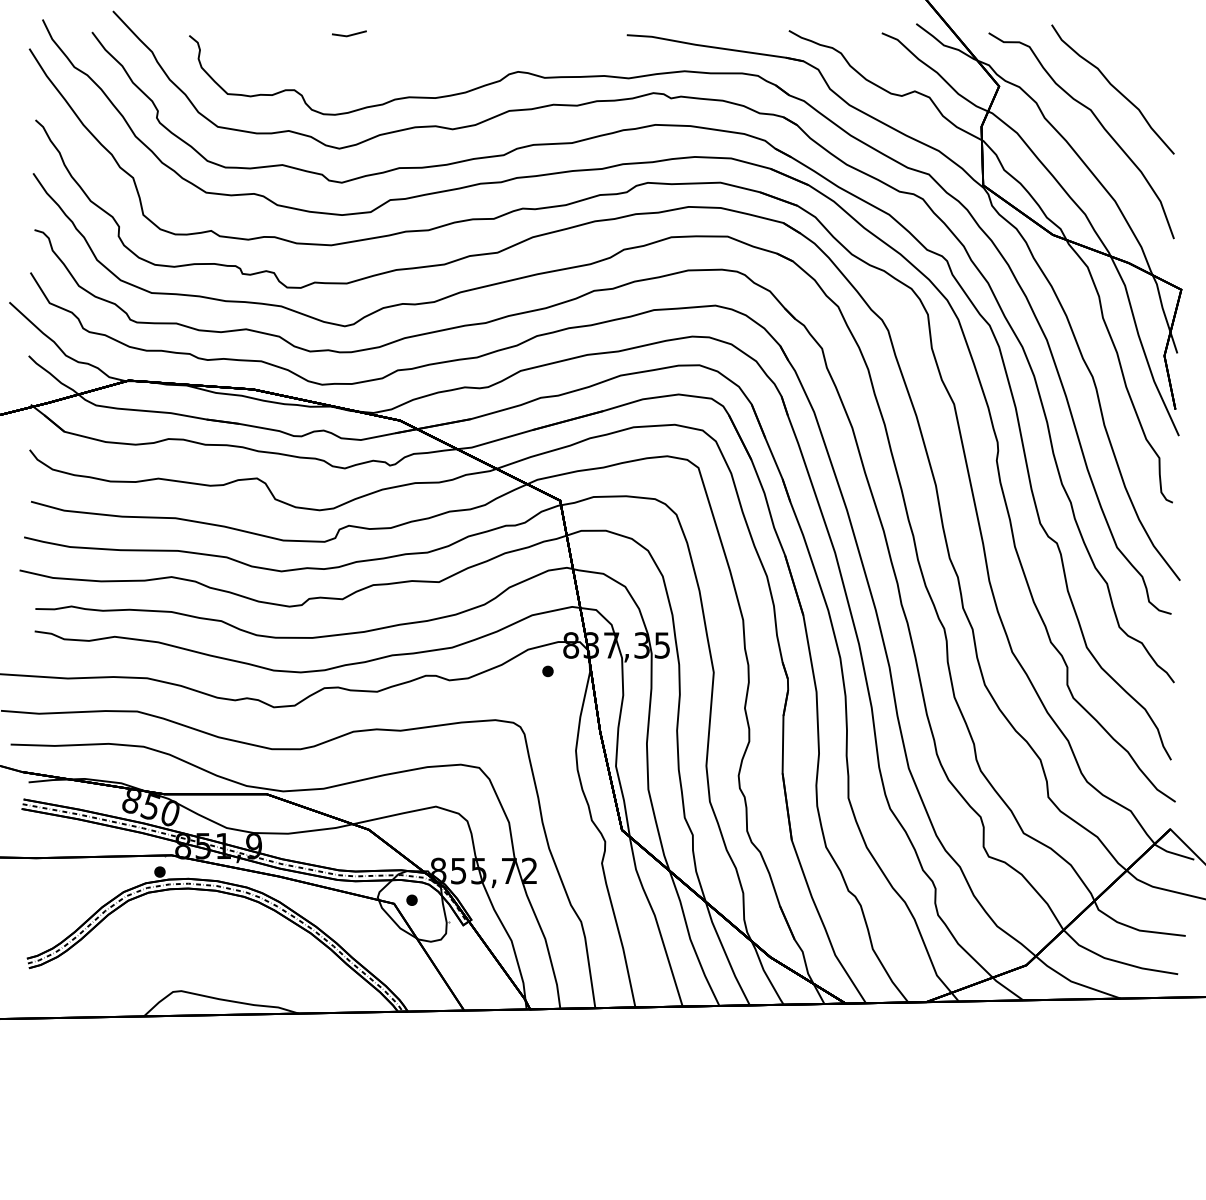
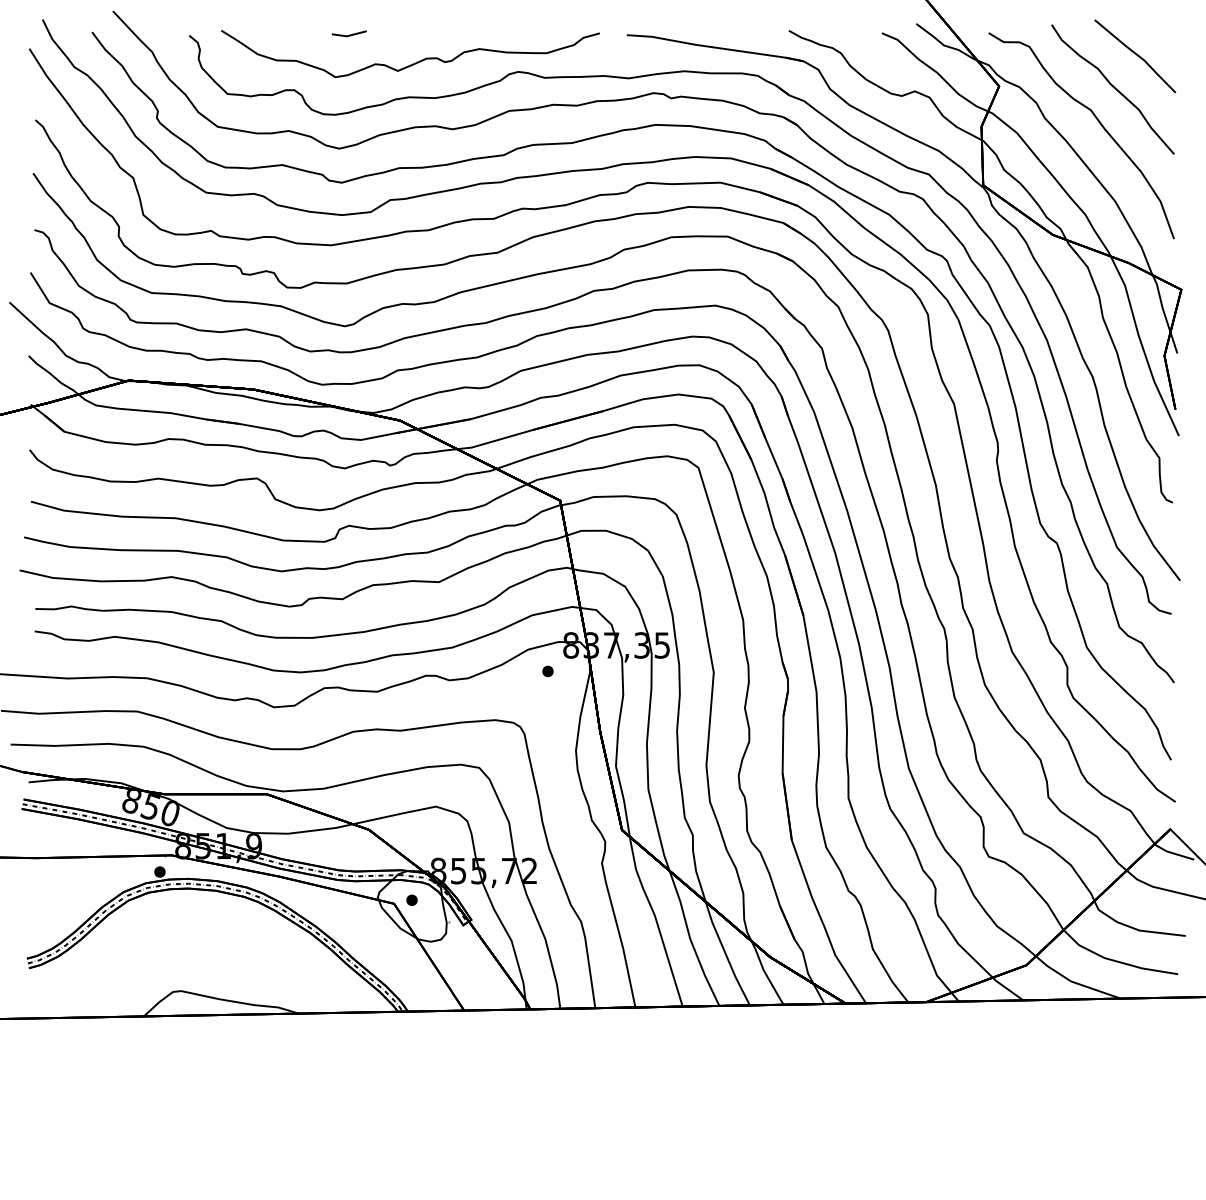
line at (1136, 55): none -> present
curve at (412, 63): none -> present
